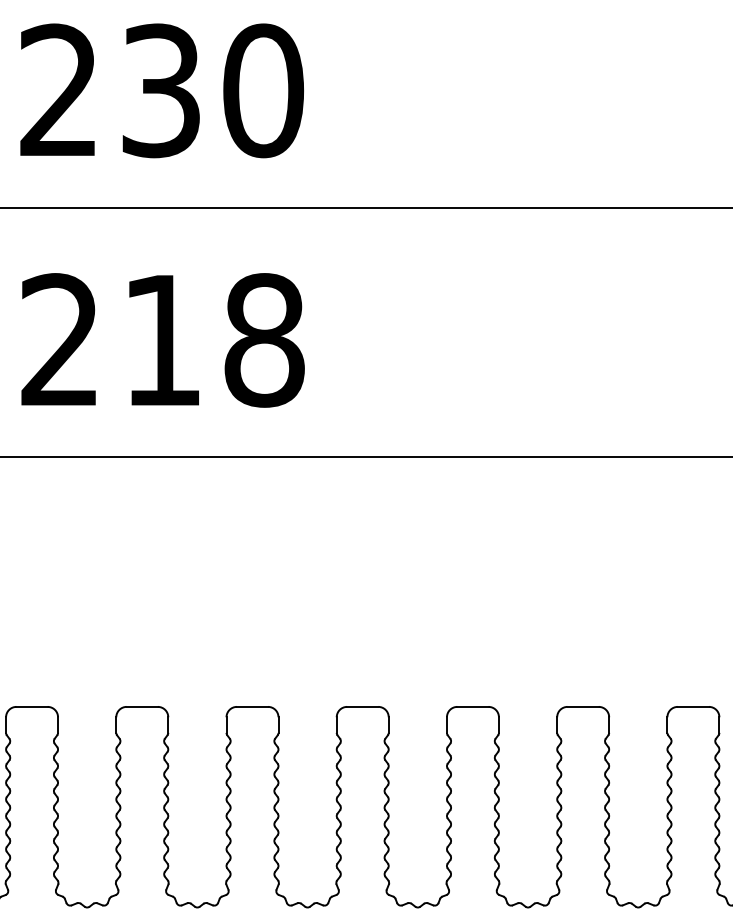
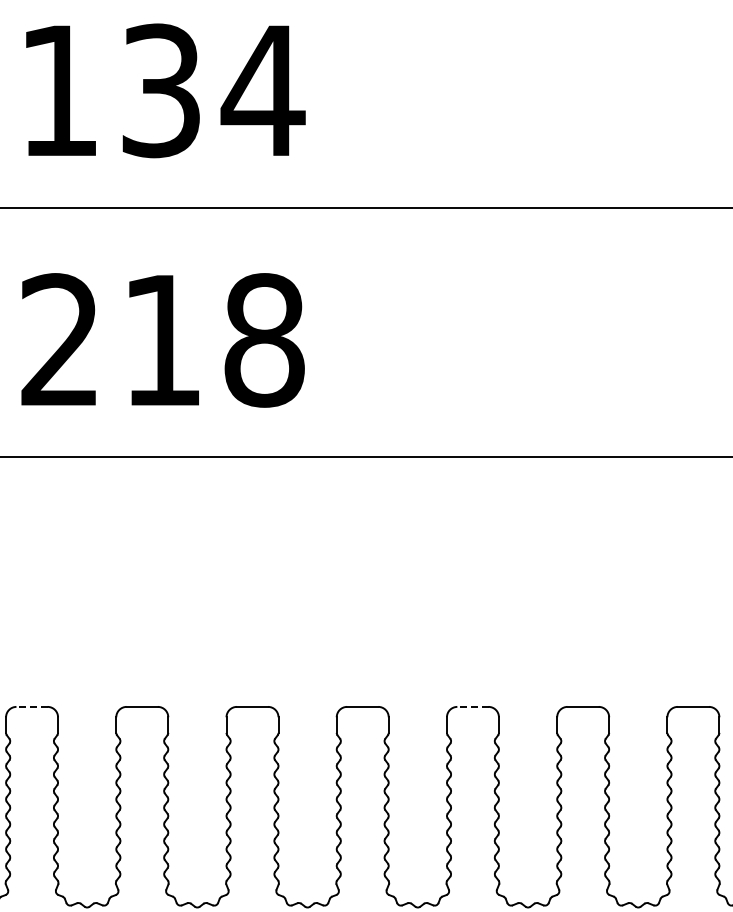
text at (162, 90): 230 -> 134
line at (32, 706): solid -> dashed
line at (472, 706): solid -> dashed
